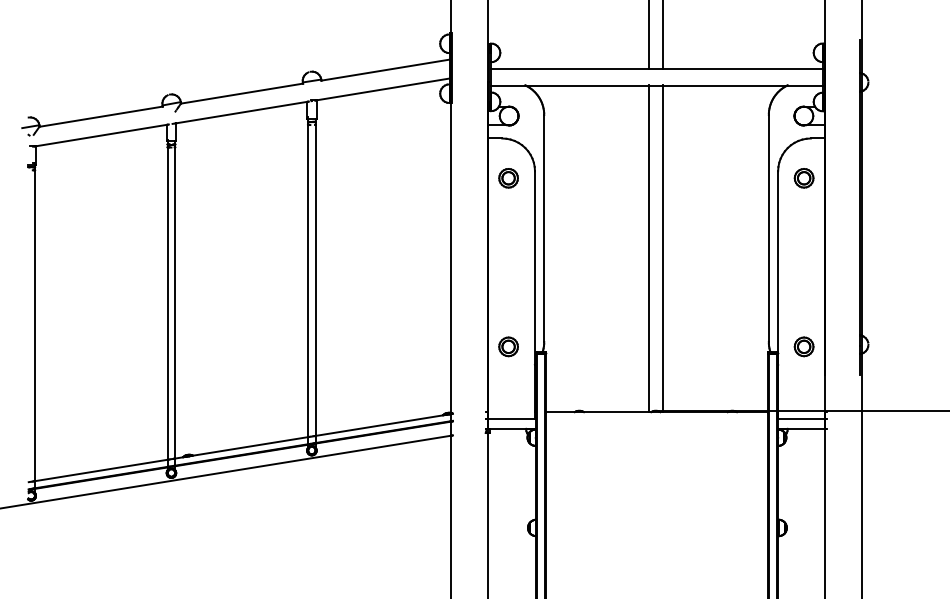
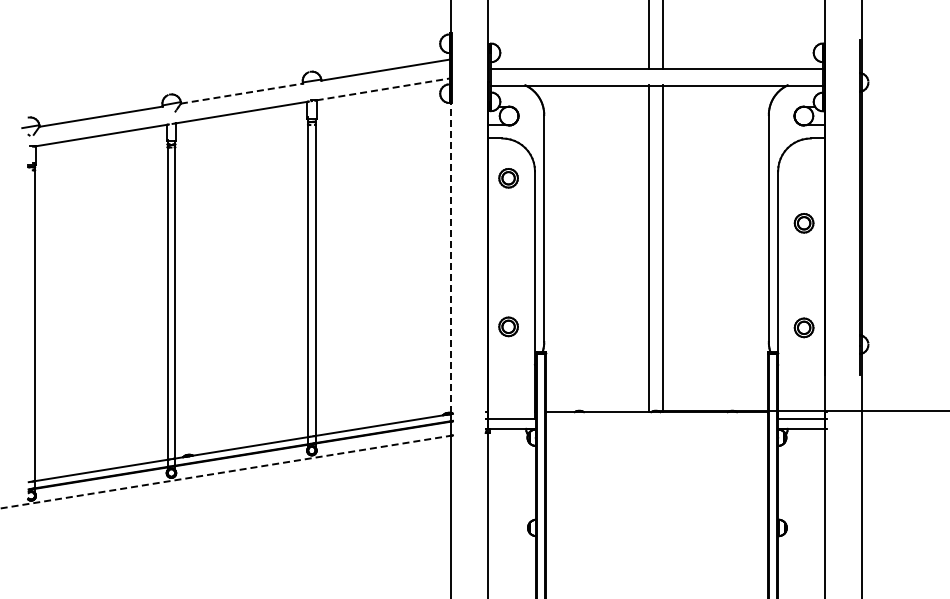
line at (383, 89): solid -> dashed
line at (241, 93): solid -> dashed
part at (803, 178) position: (803, 178) -> (803, 223)
line at (450, 258): solid -> dashed
part at (508, 346) position: (508, 346) -> (508, 326)
part at (803, 346) position: (803, 346) -> (803, 327)
line at (225, 472): solid -> dashed
